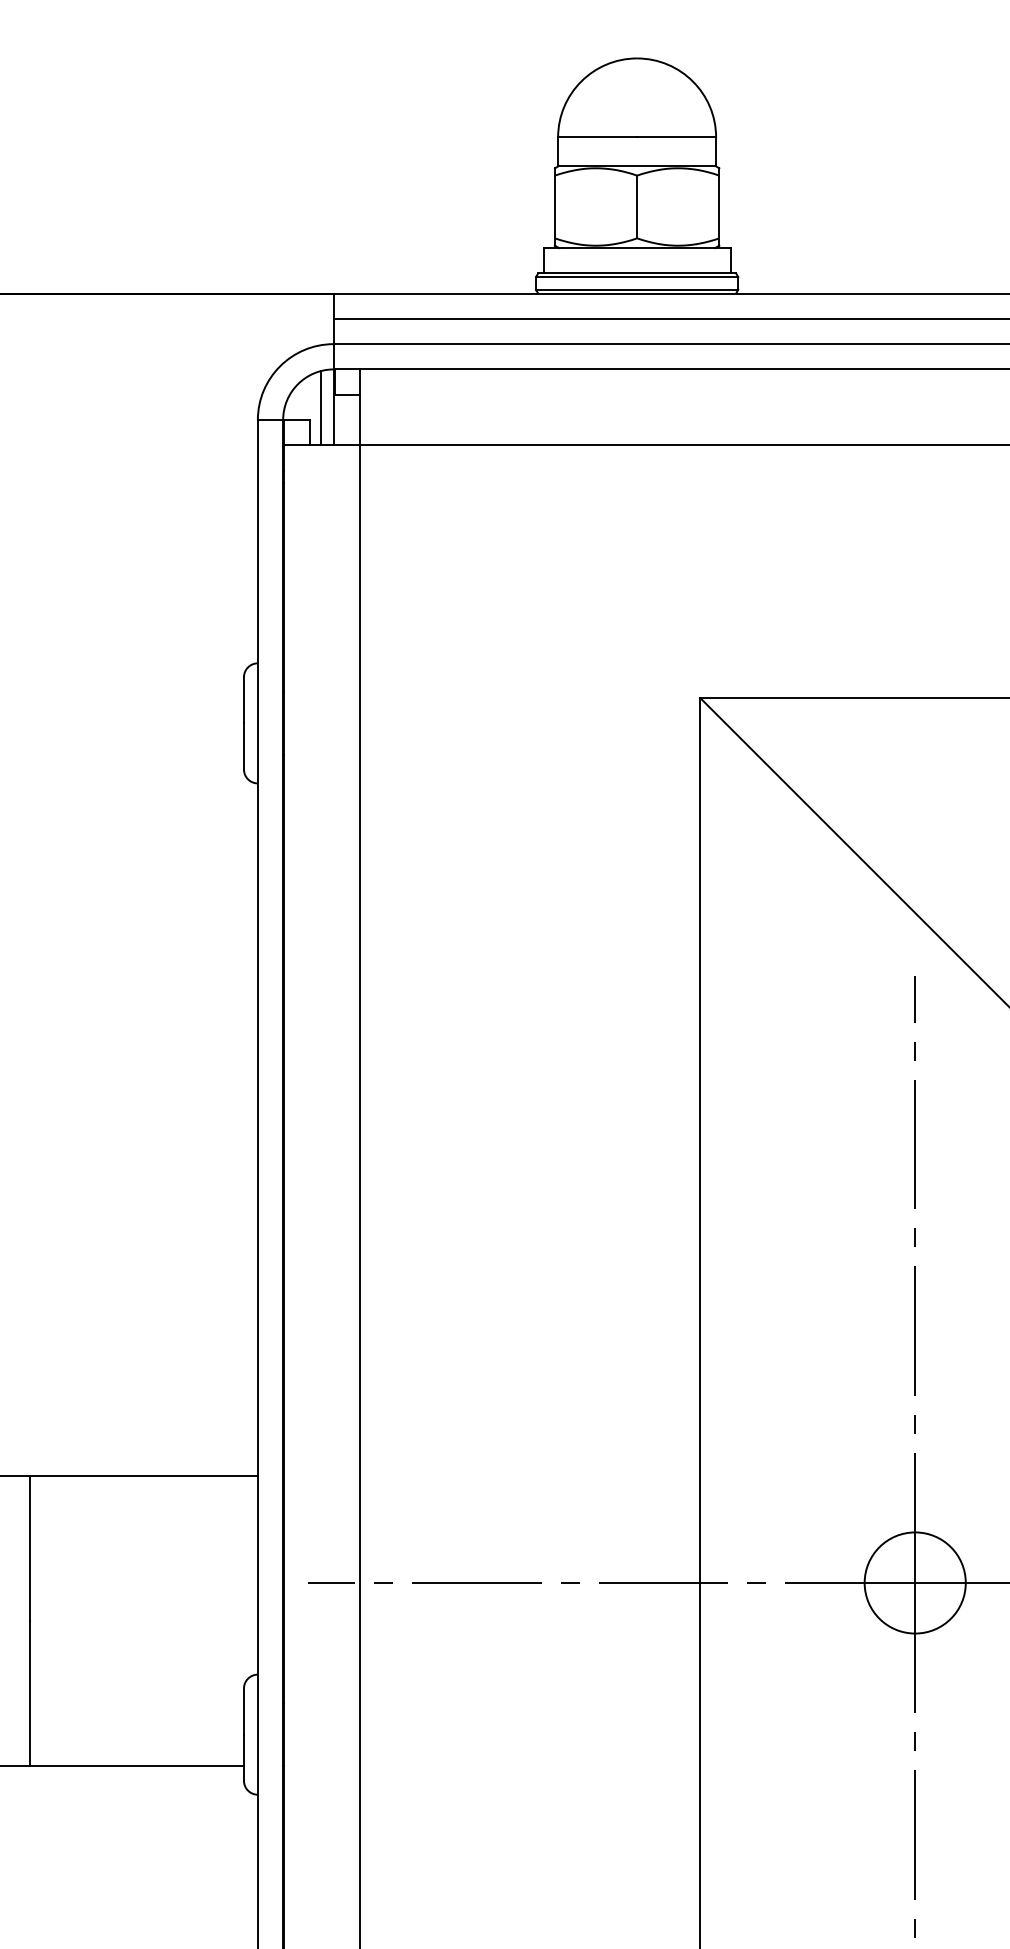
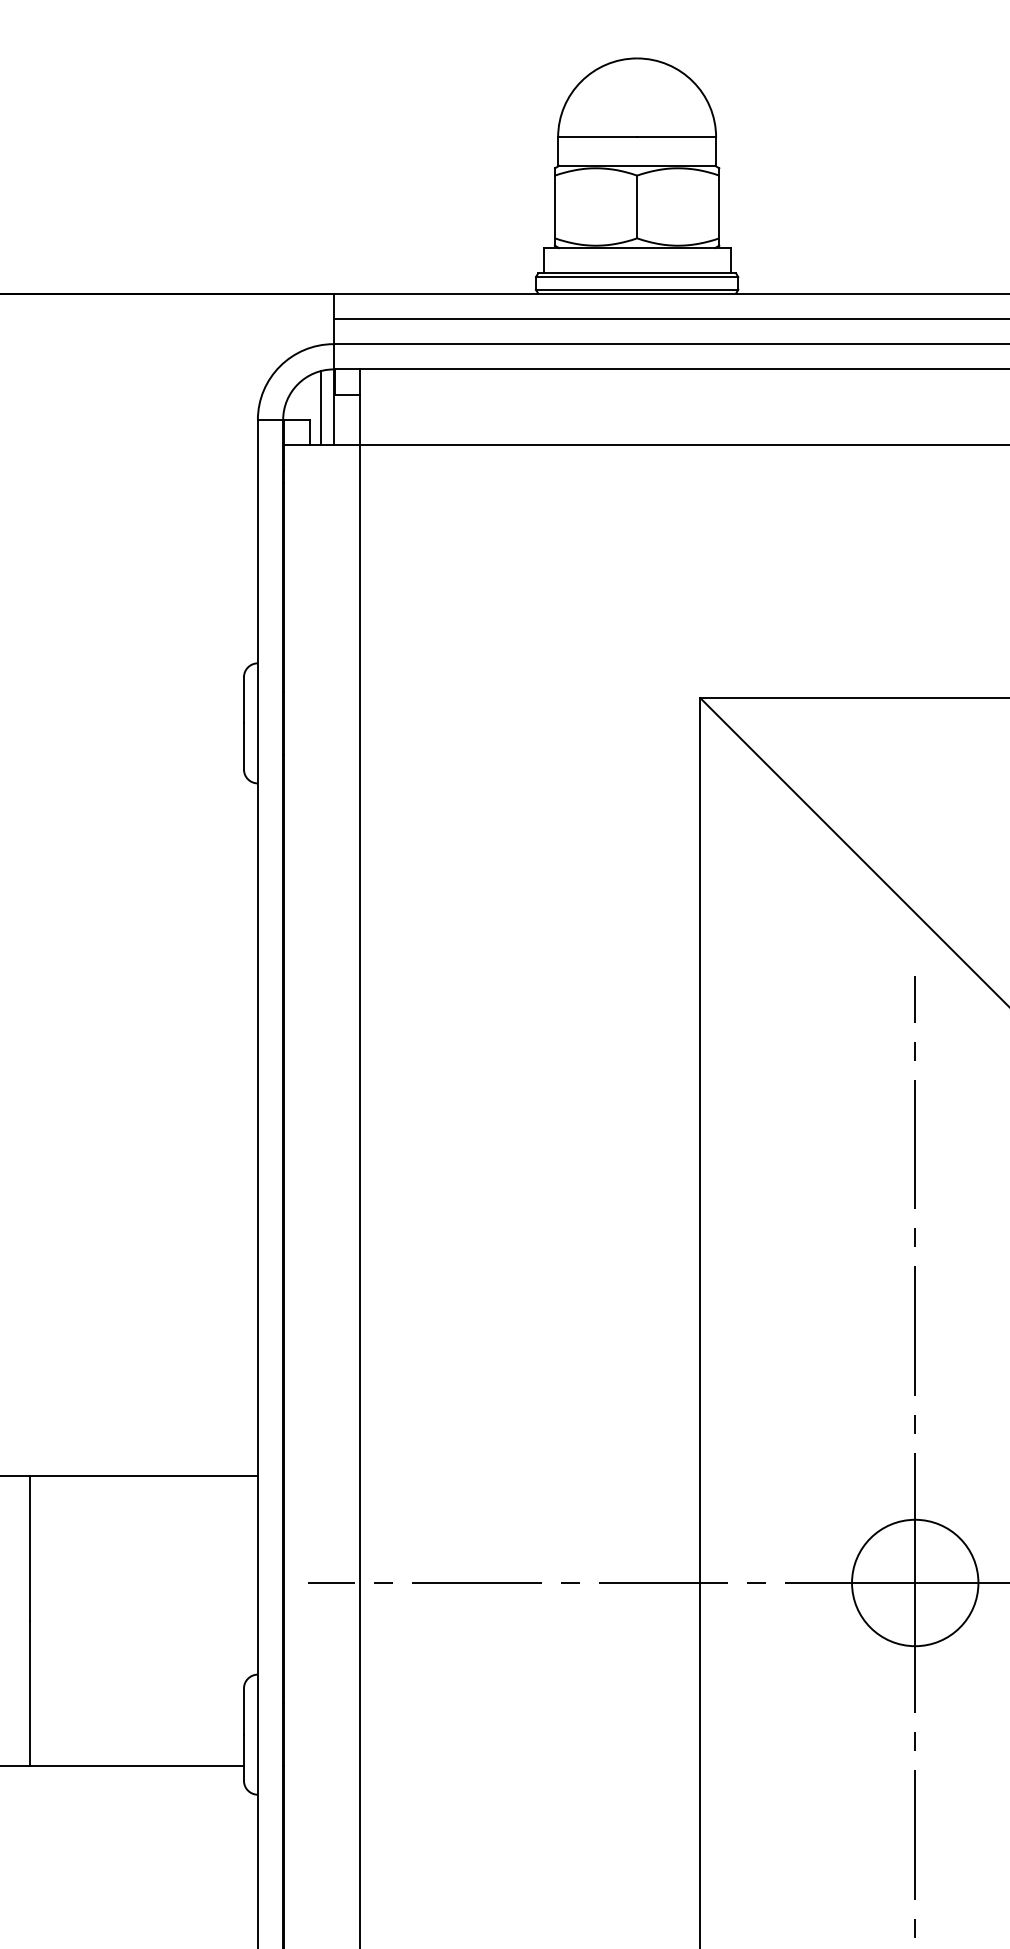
circle at (914, 1582) diameter: 101 px -> 126 px
